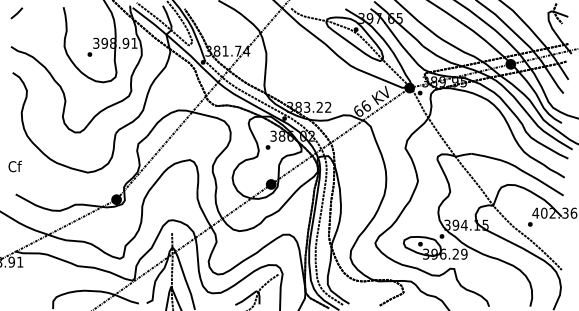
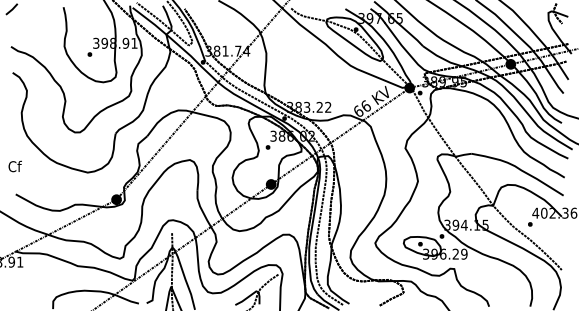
line at (16, 13) position: (16, 13) -> (11, 9)
